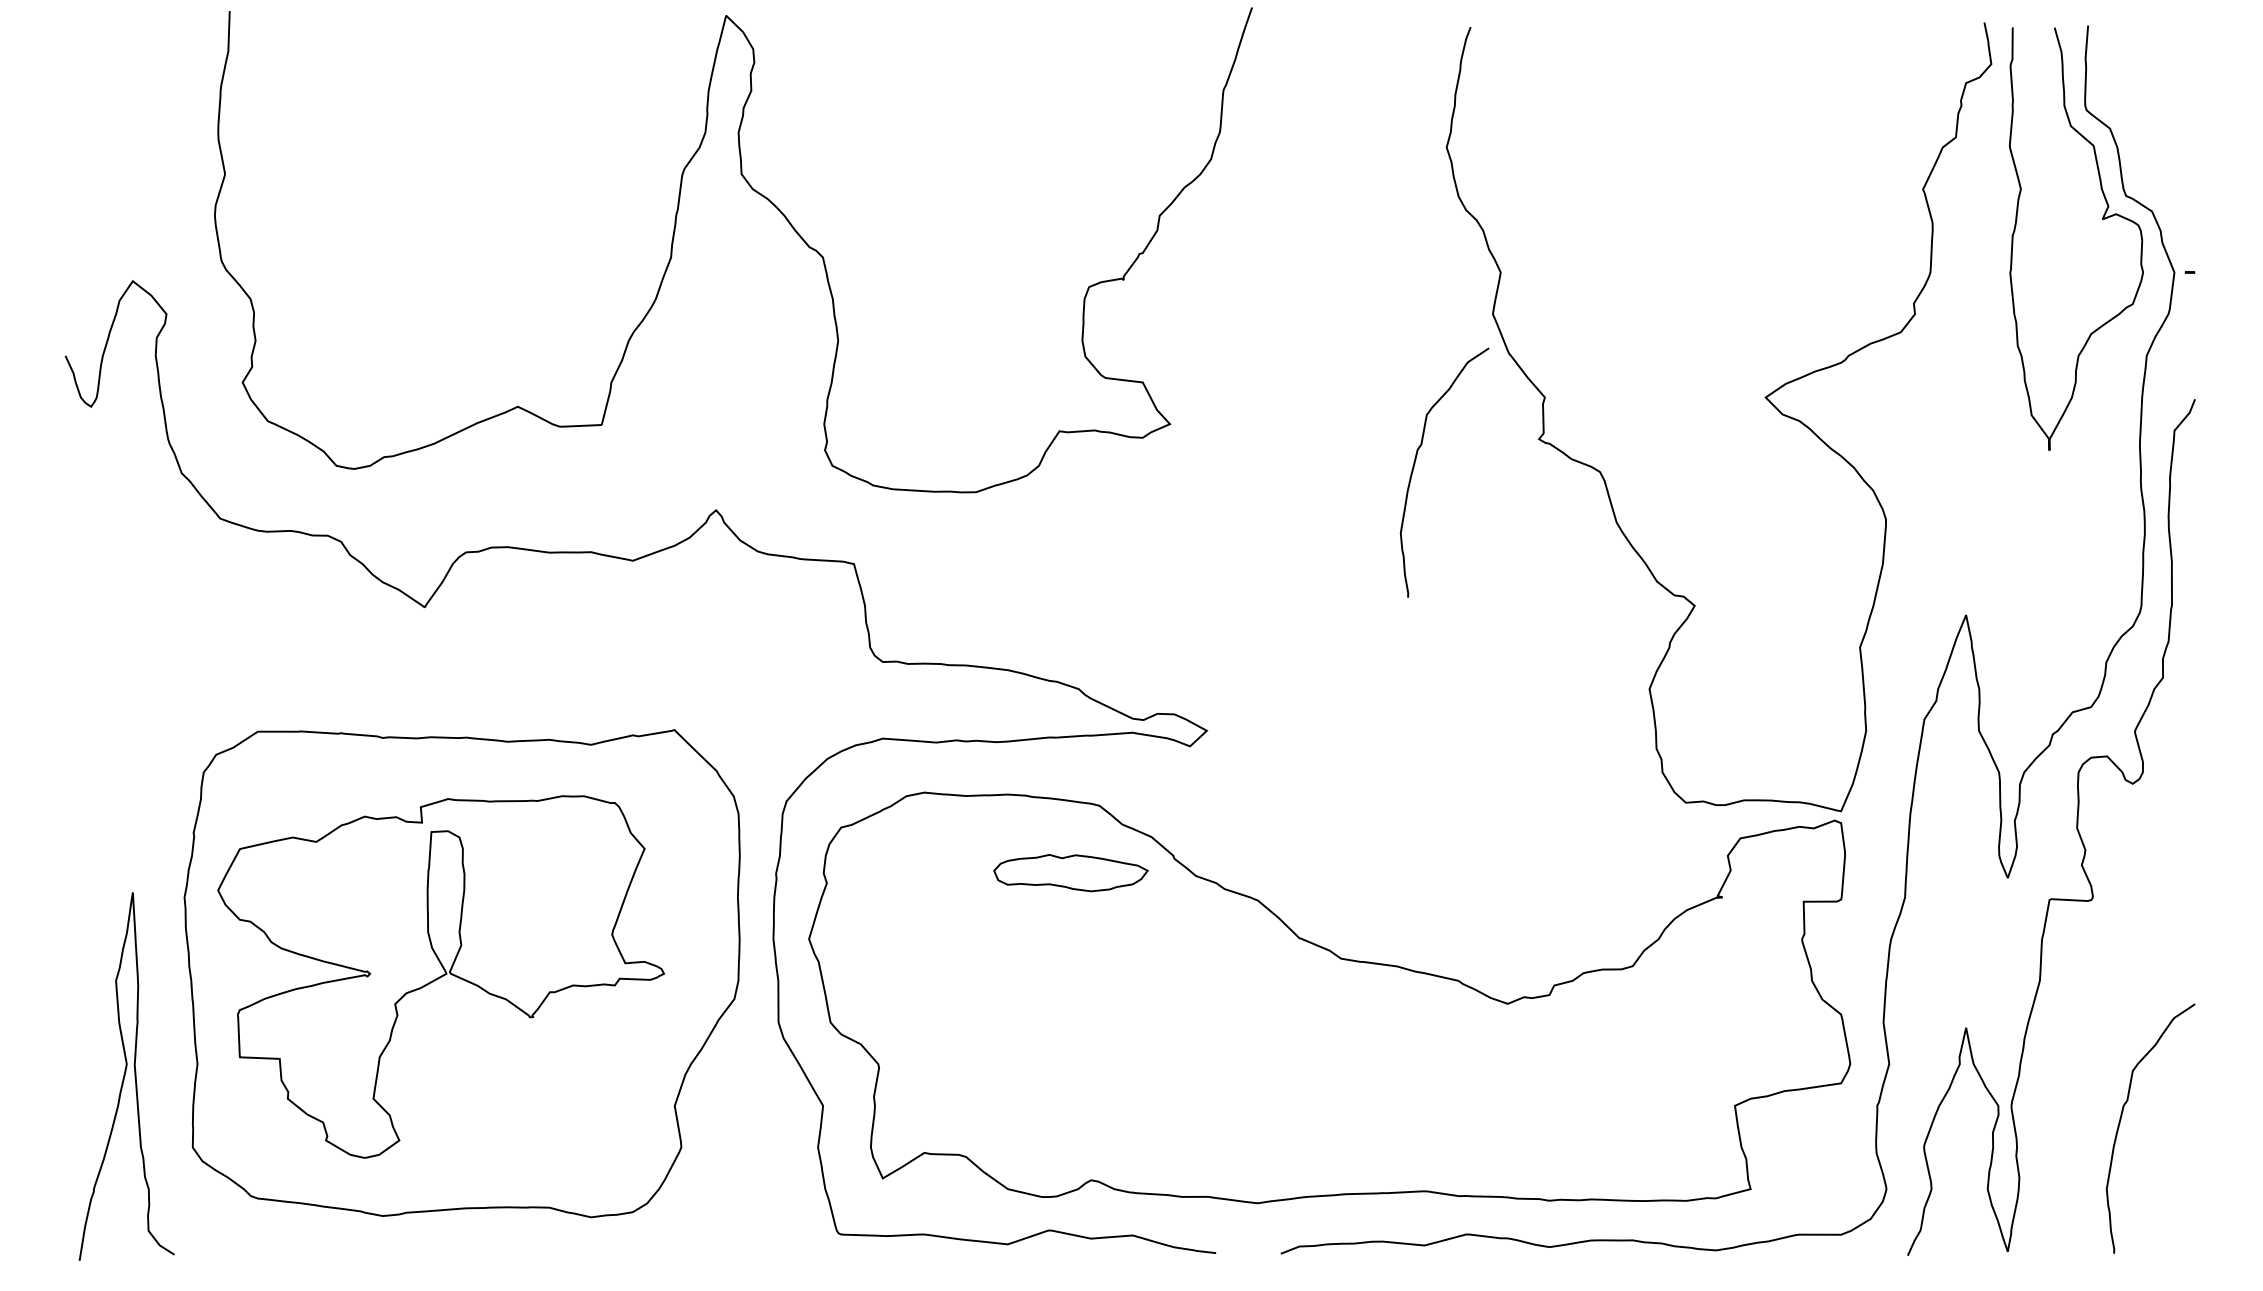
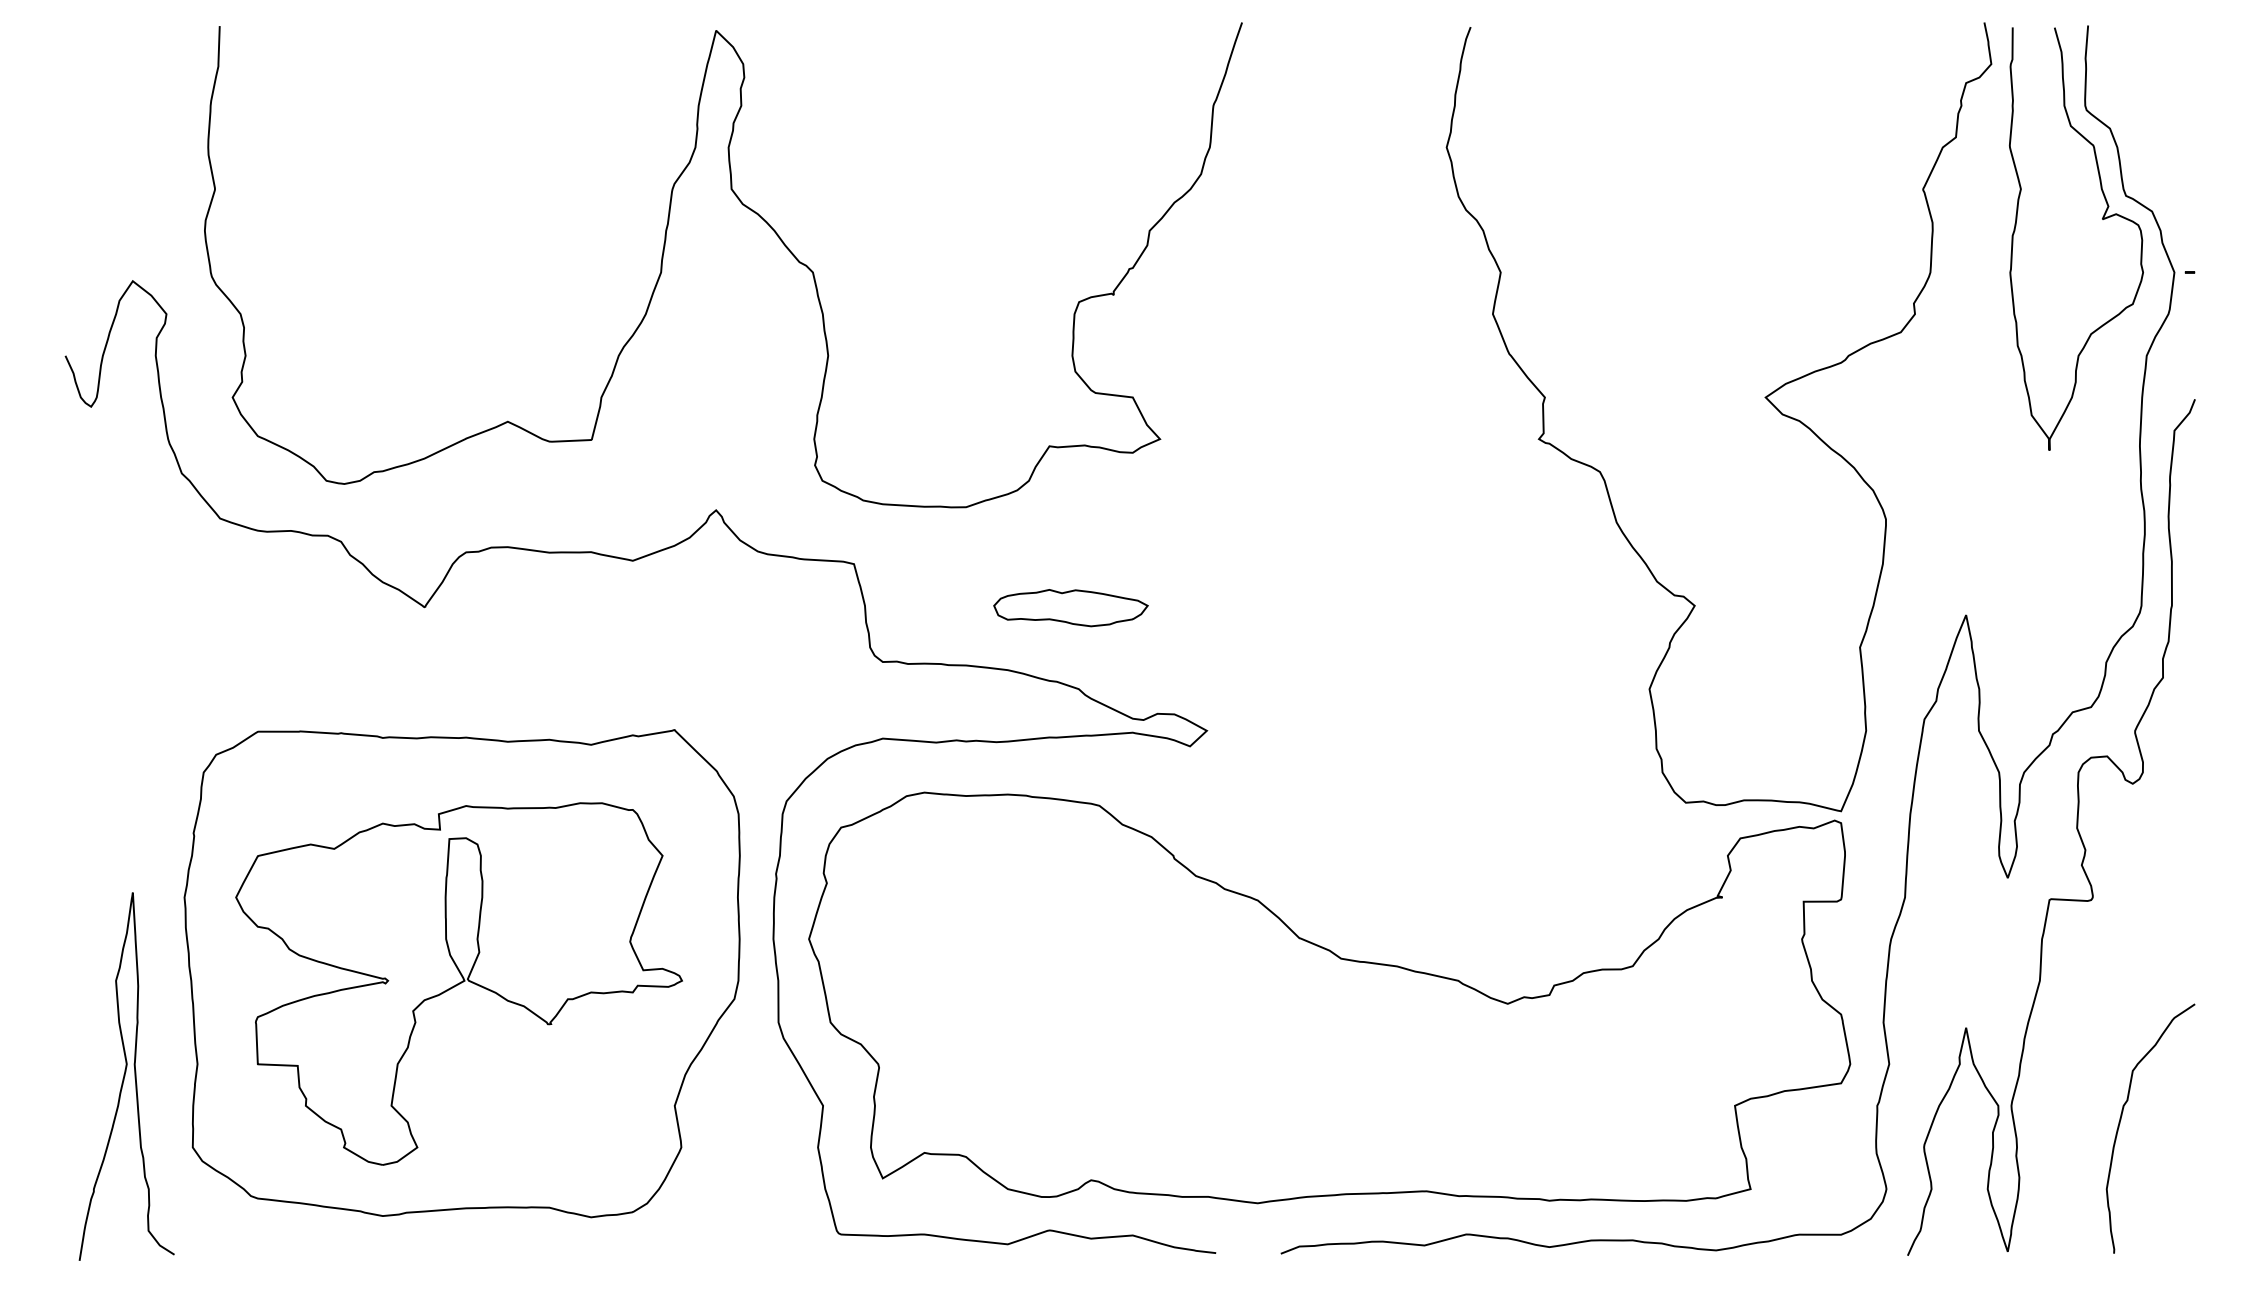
curve at (781, 214) position: (781, 214) -> (771, 229)
curve at (1415, 464): present -> none
part at (1070, 873) position: (1070, 873) -> (1070, 608)
part at (440, 976) position: (440, 976) -> (458, 983)
